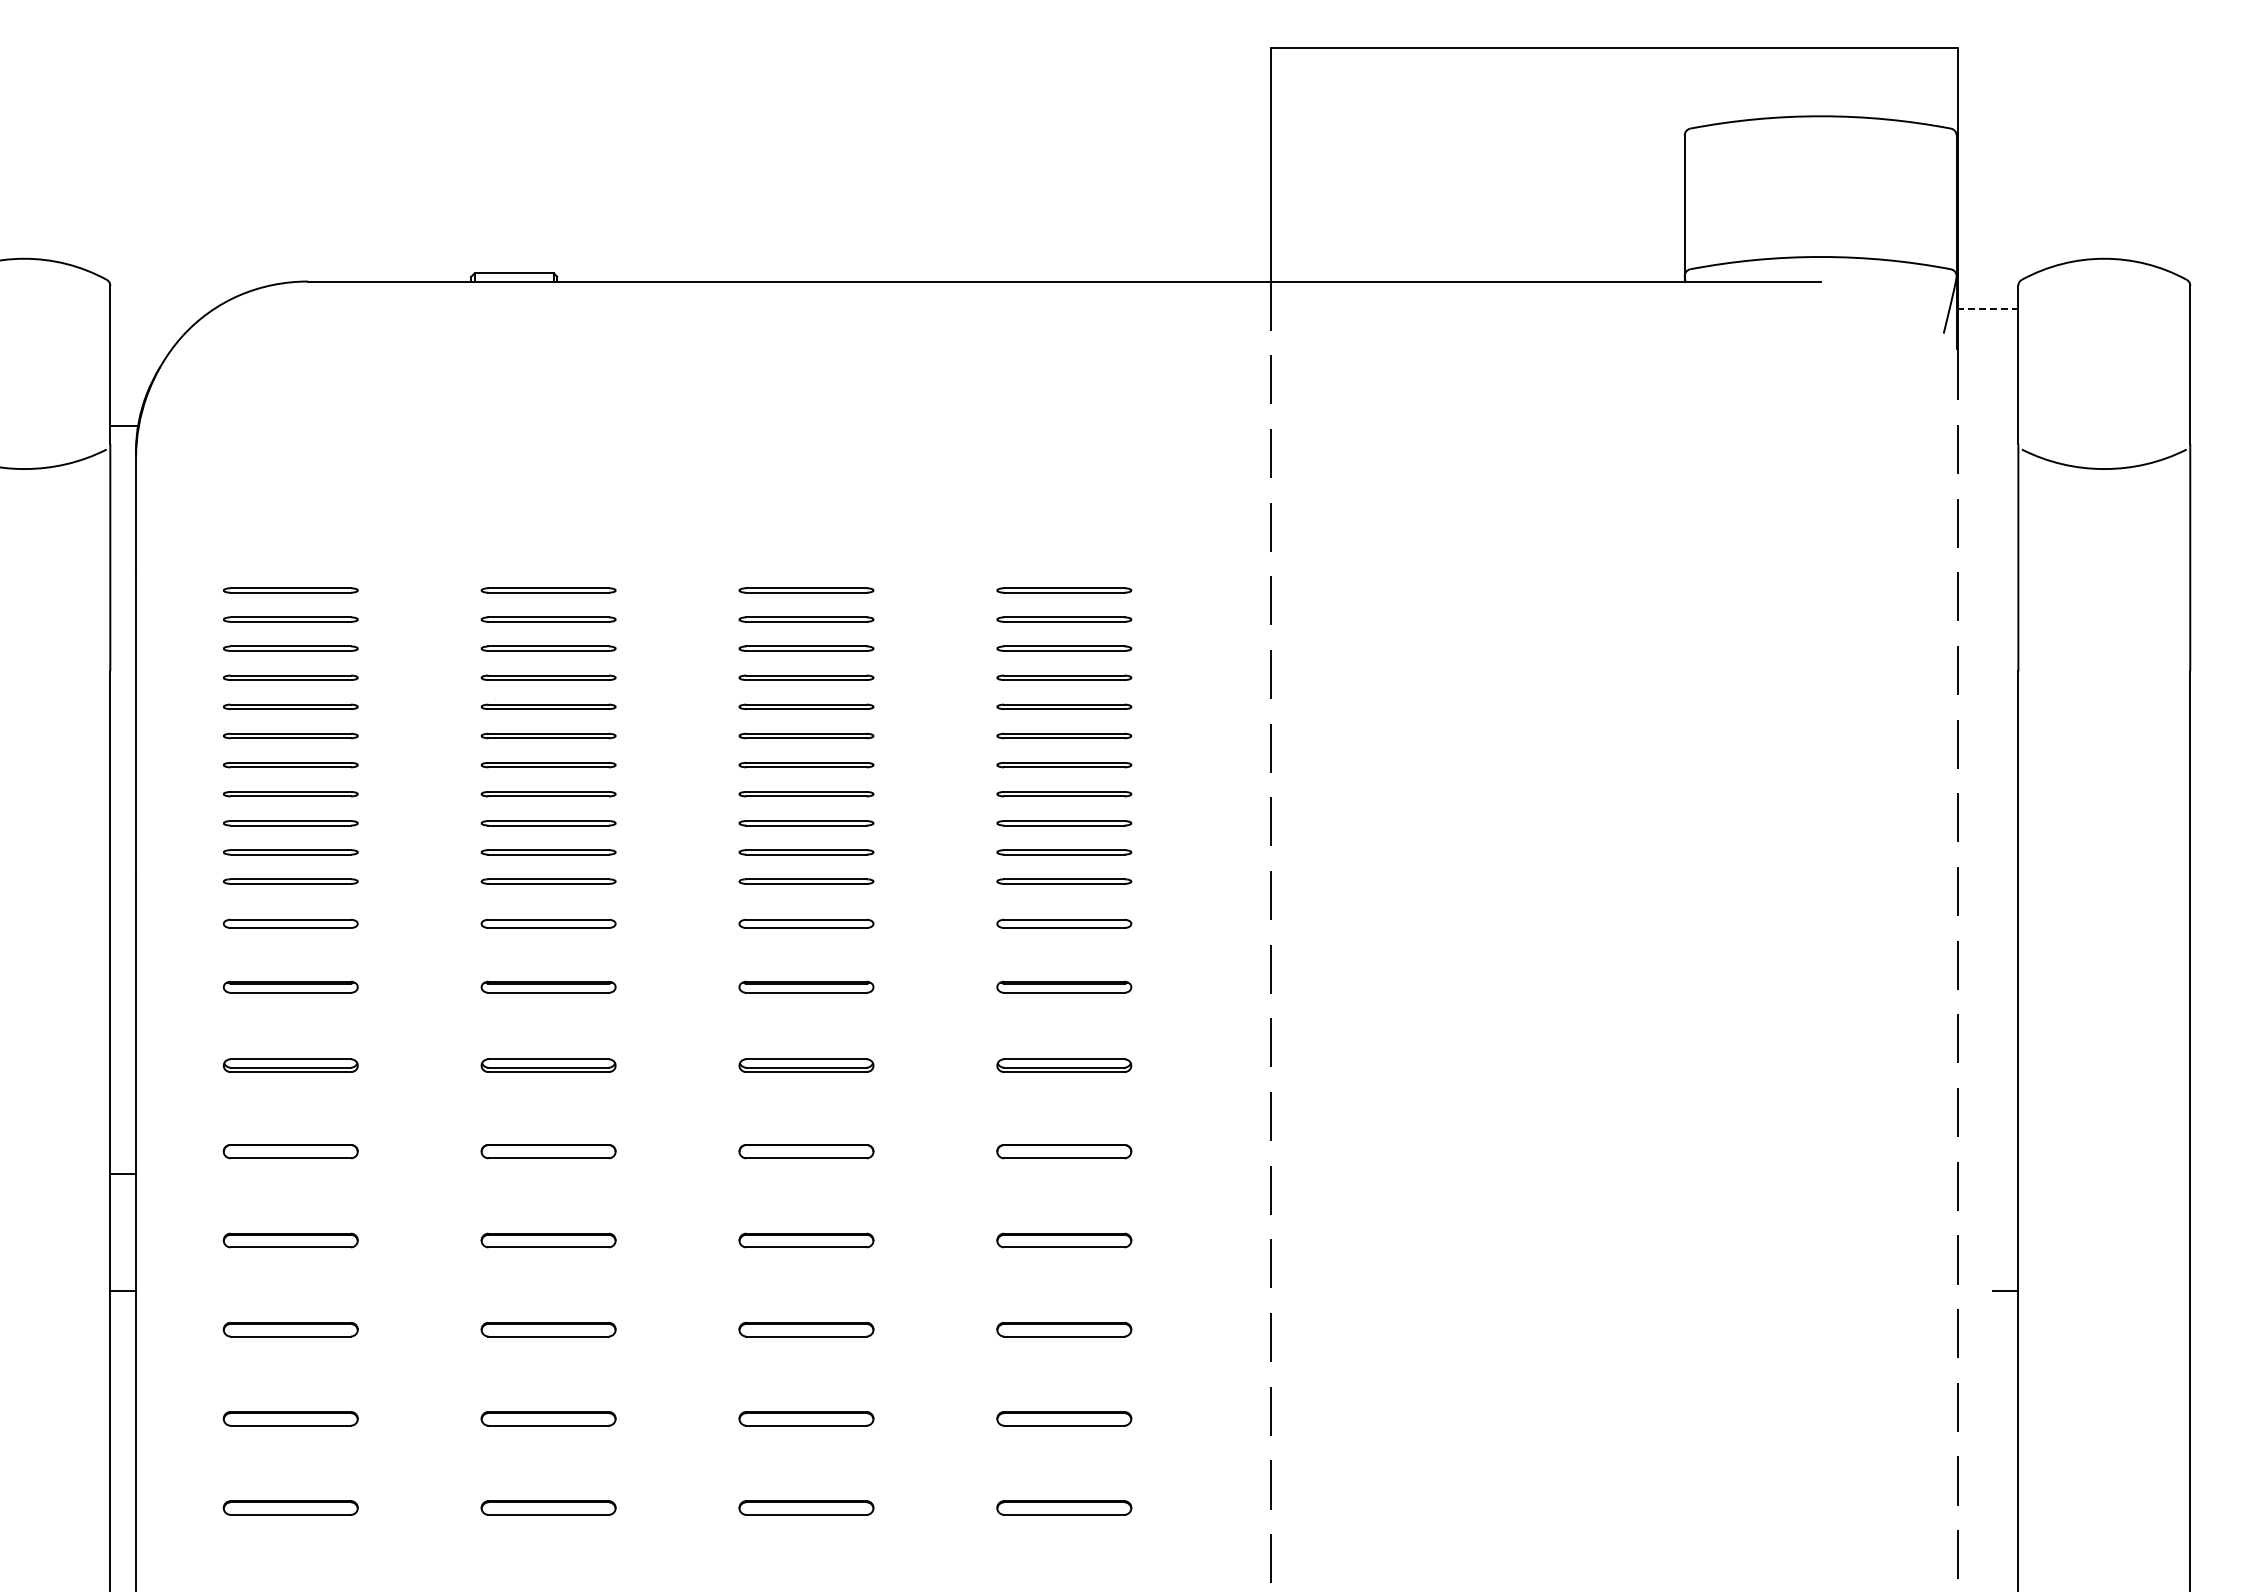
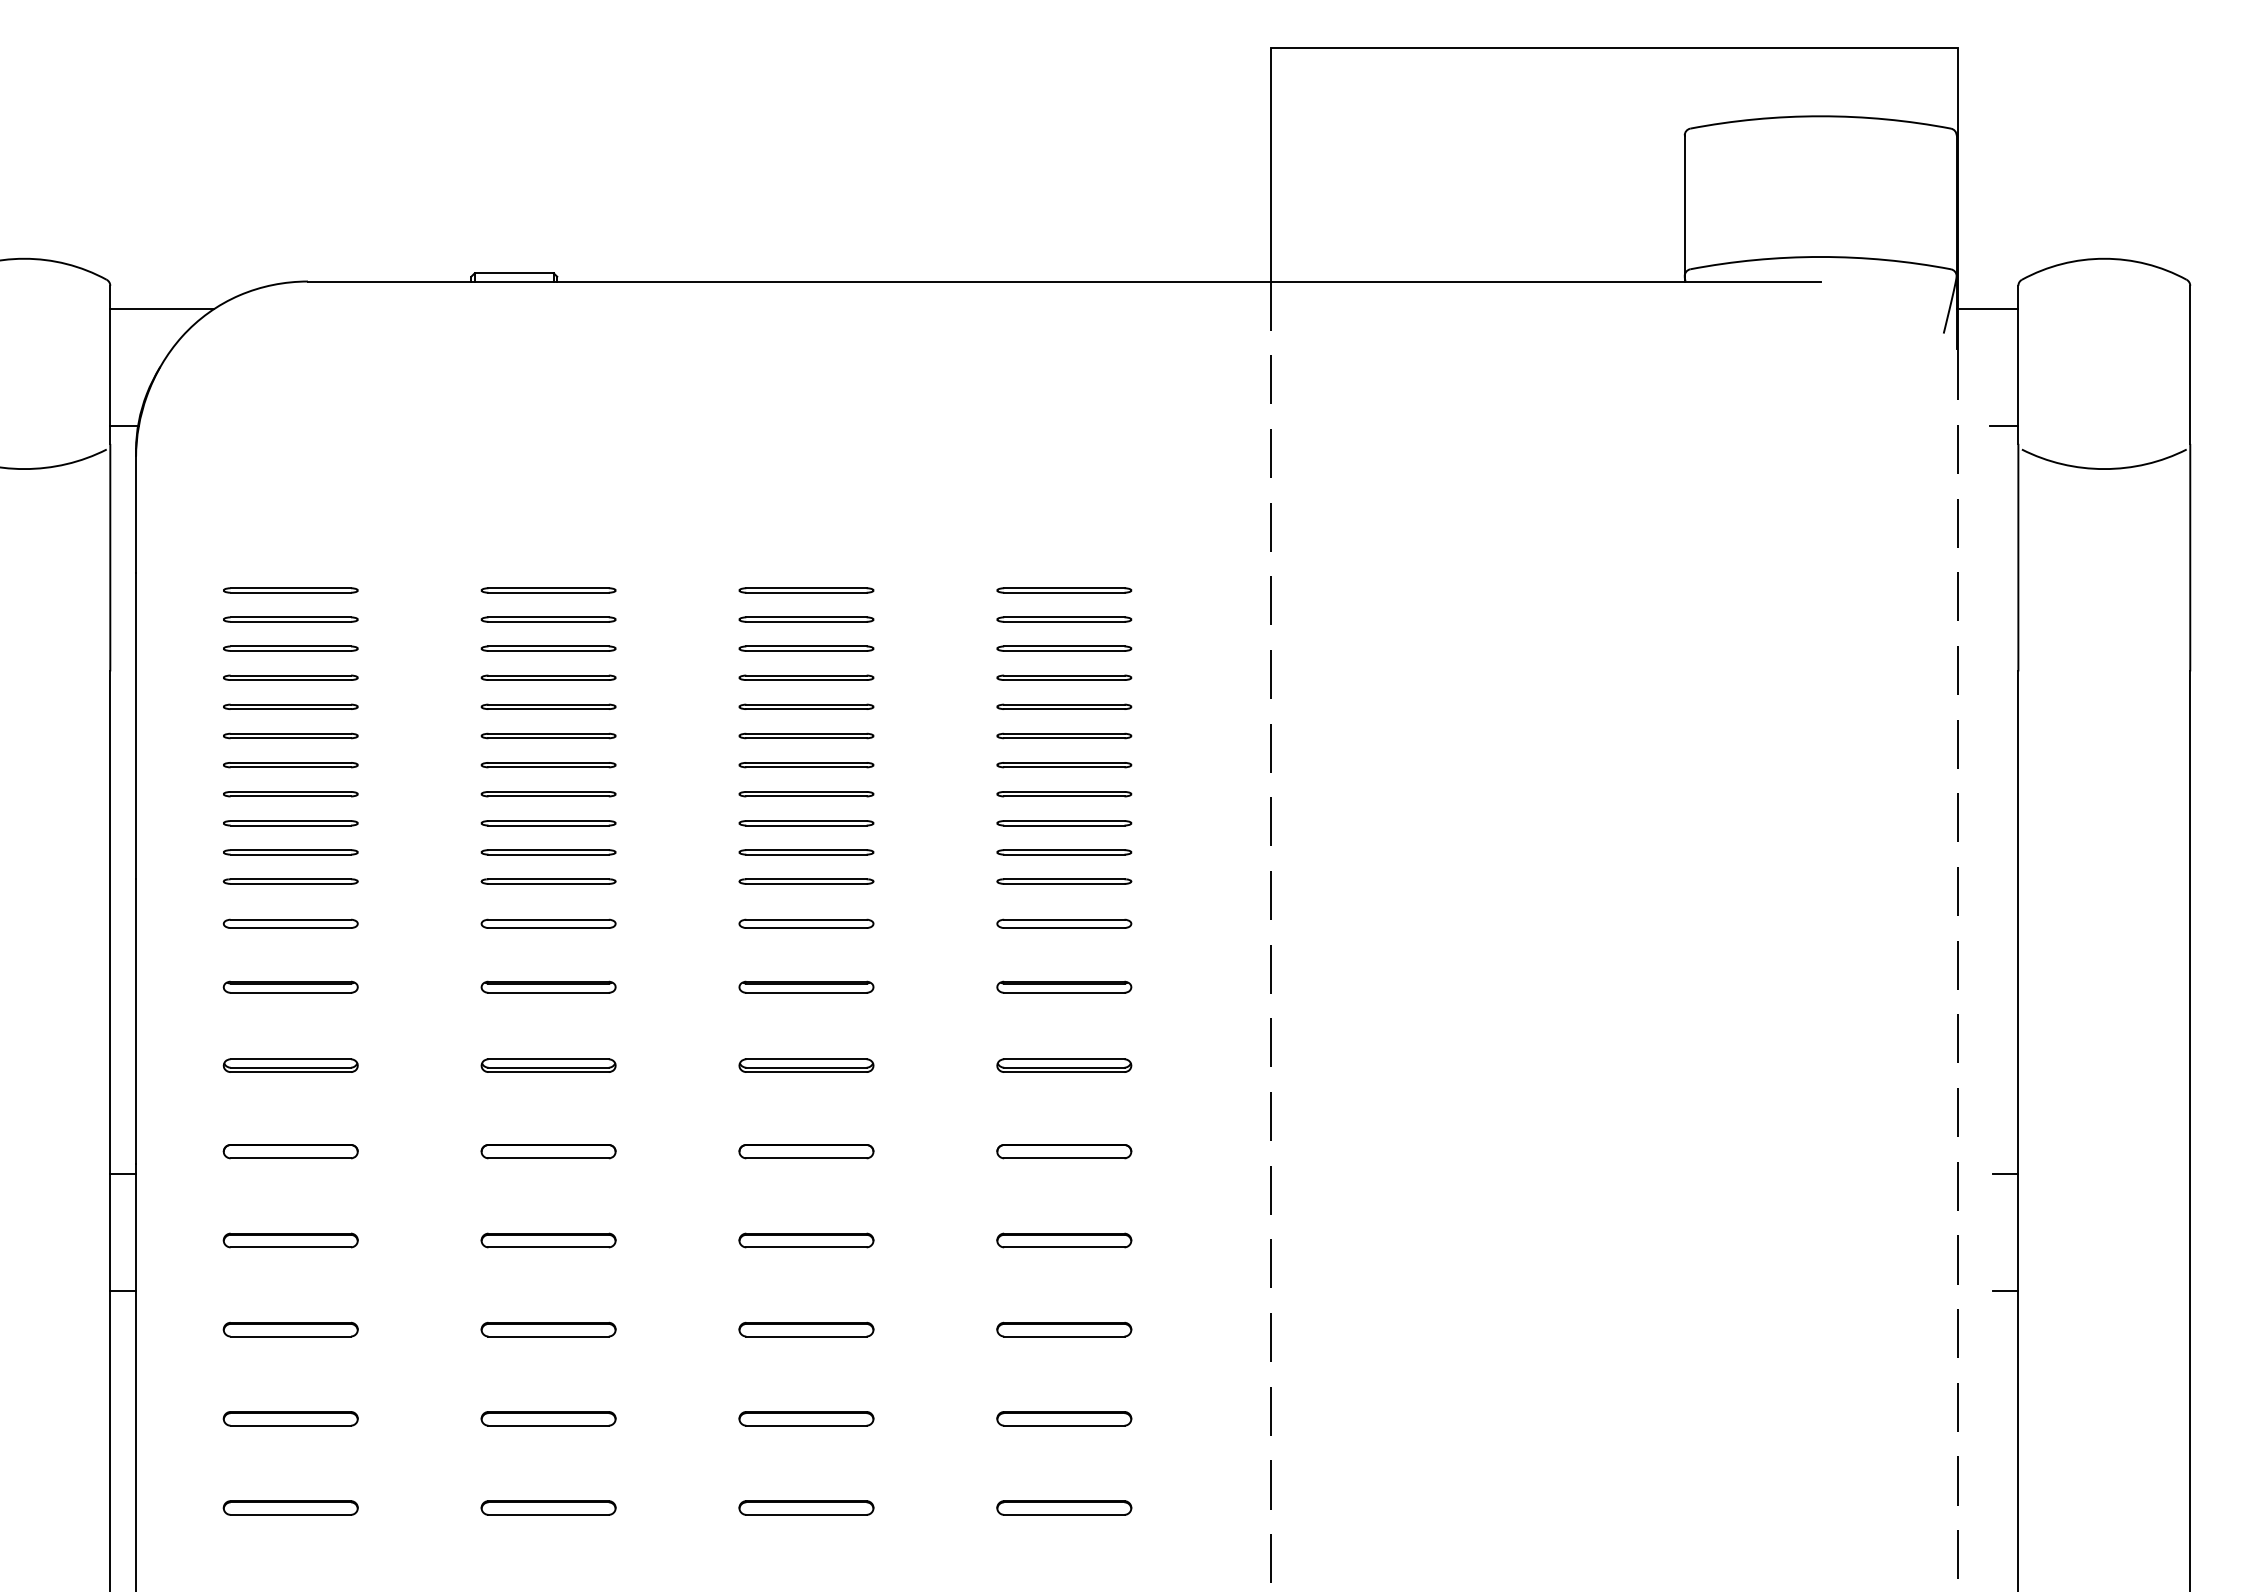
line at (161, 309): none -> present
line at (1987, 309): dashed -> solid
line at (2003, 426): none -> present
line at (2005, 1174): none -> present
